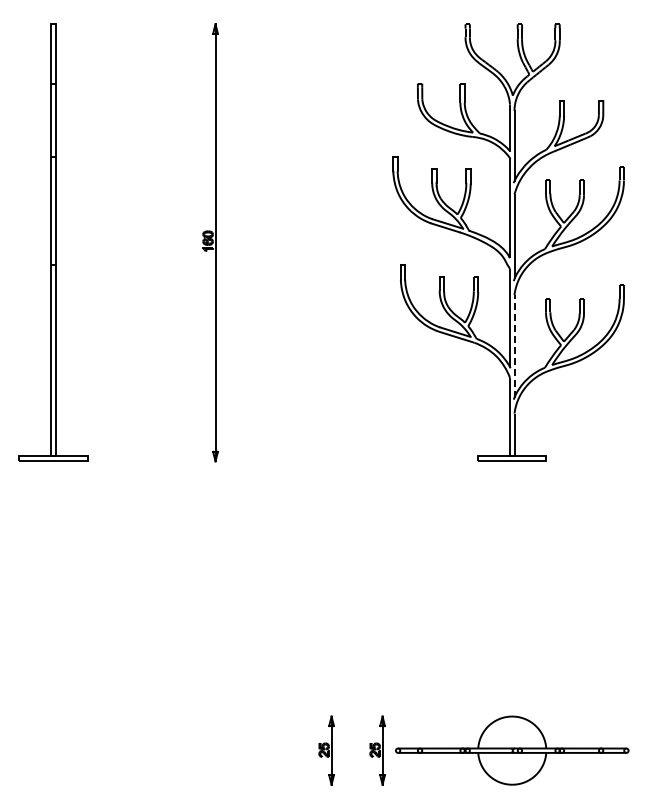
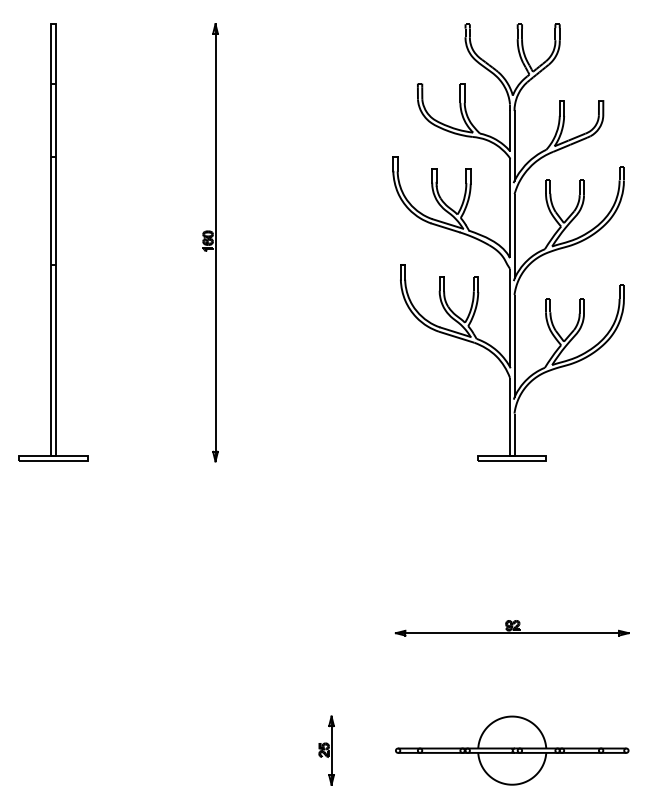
line at (514, 345): dashed -> solid
part at (511, 628): none -> present
part at (377, 750): present -> none
